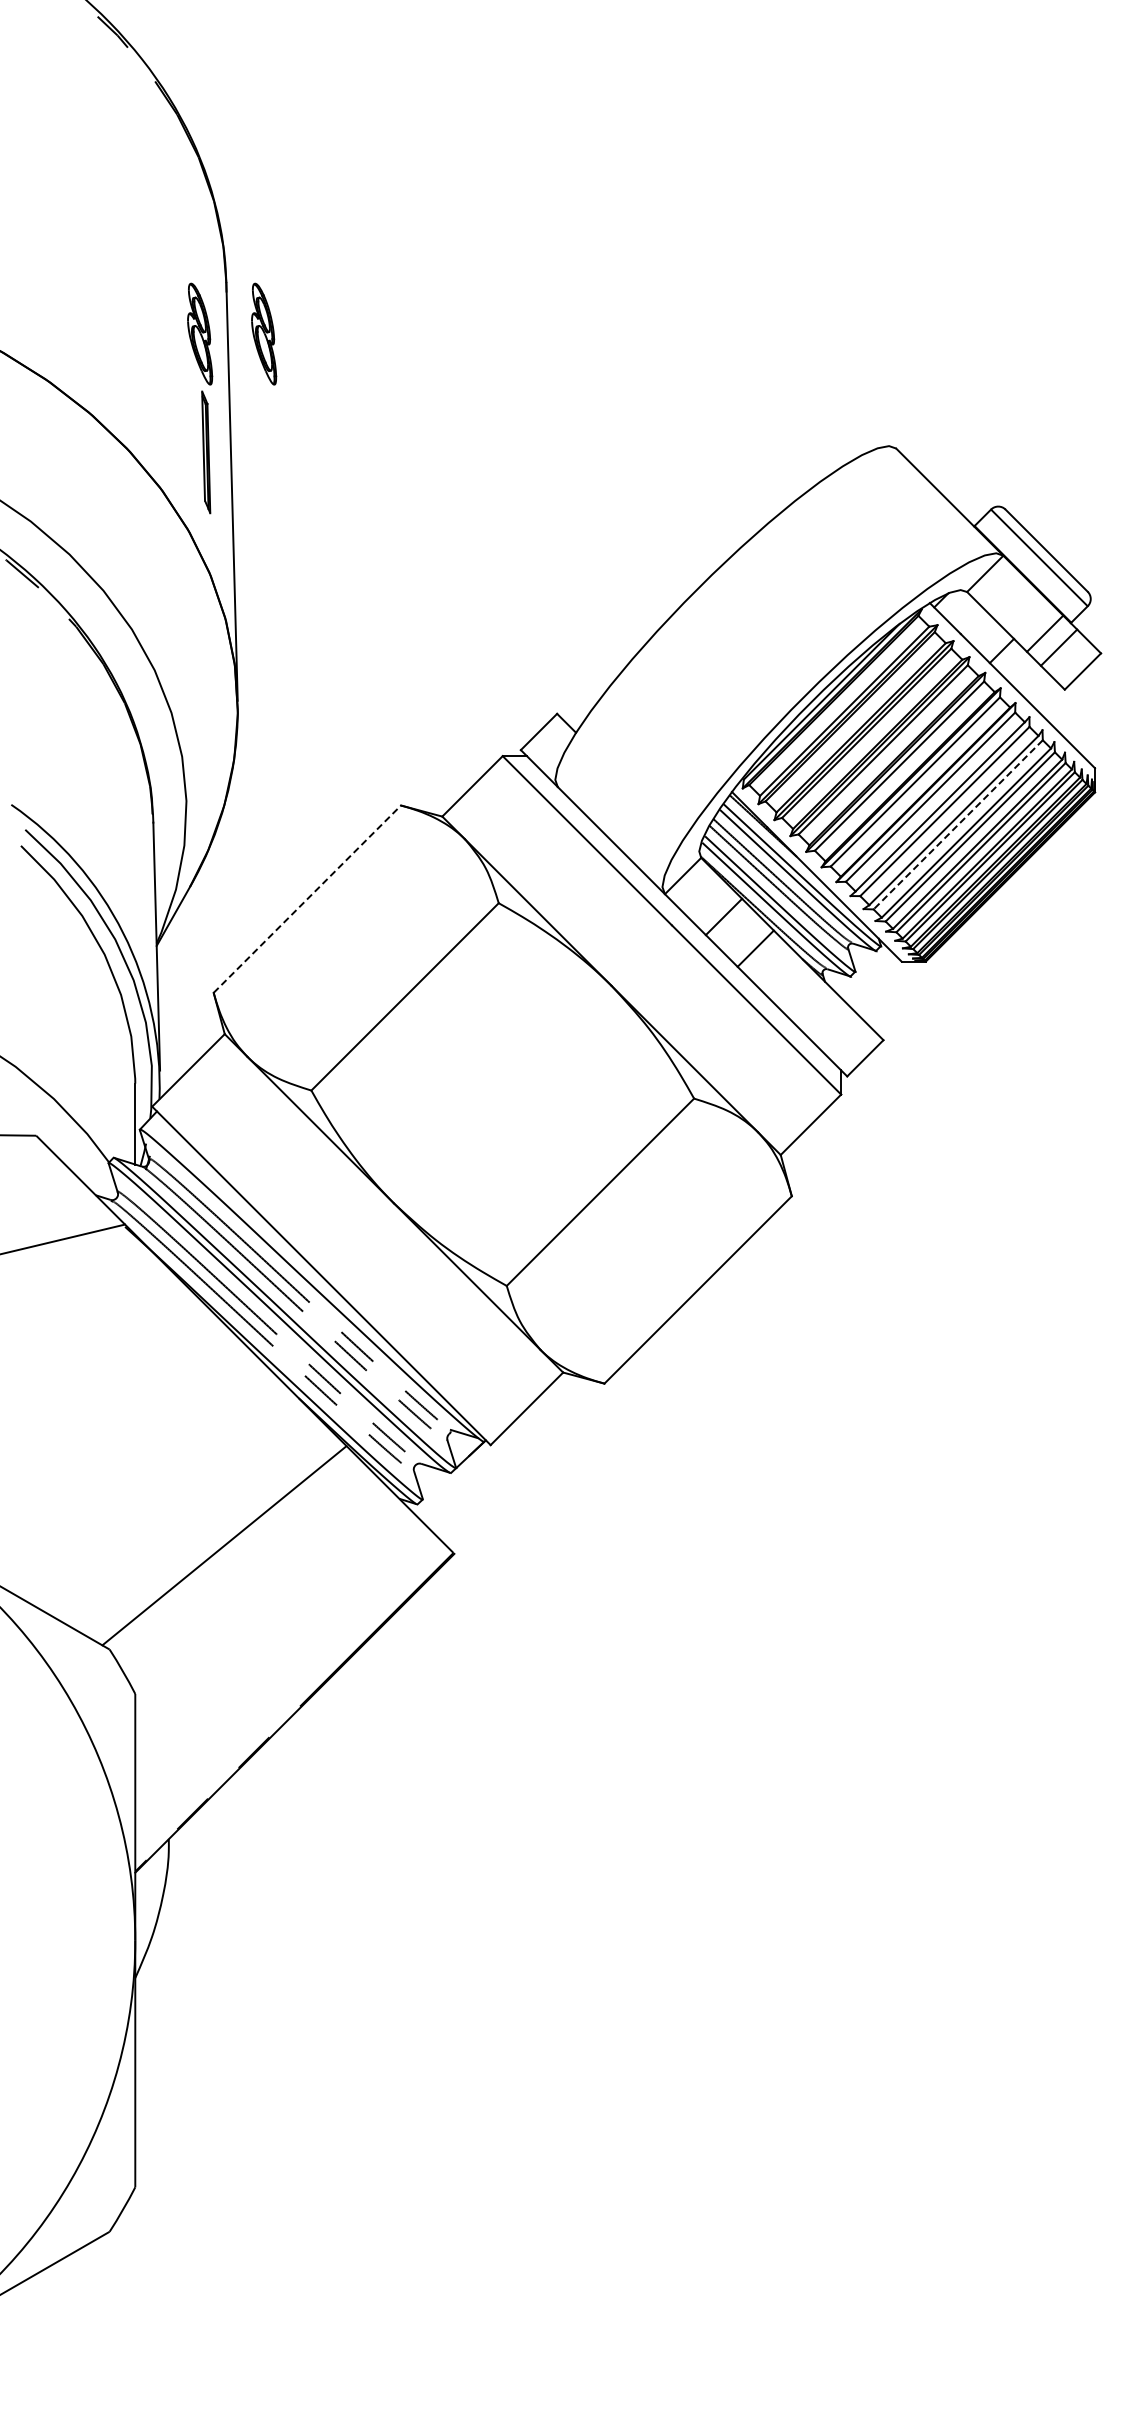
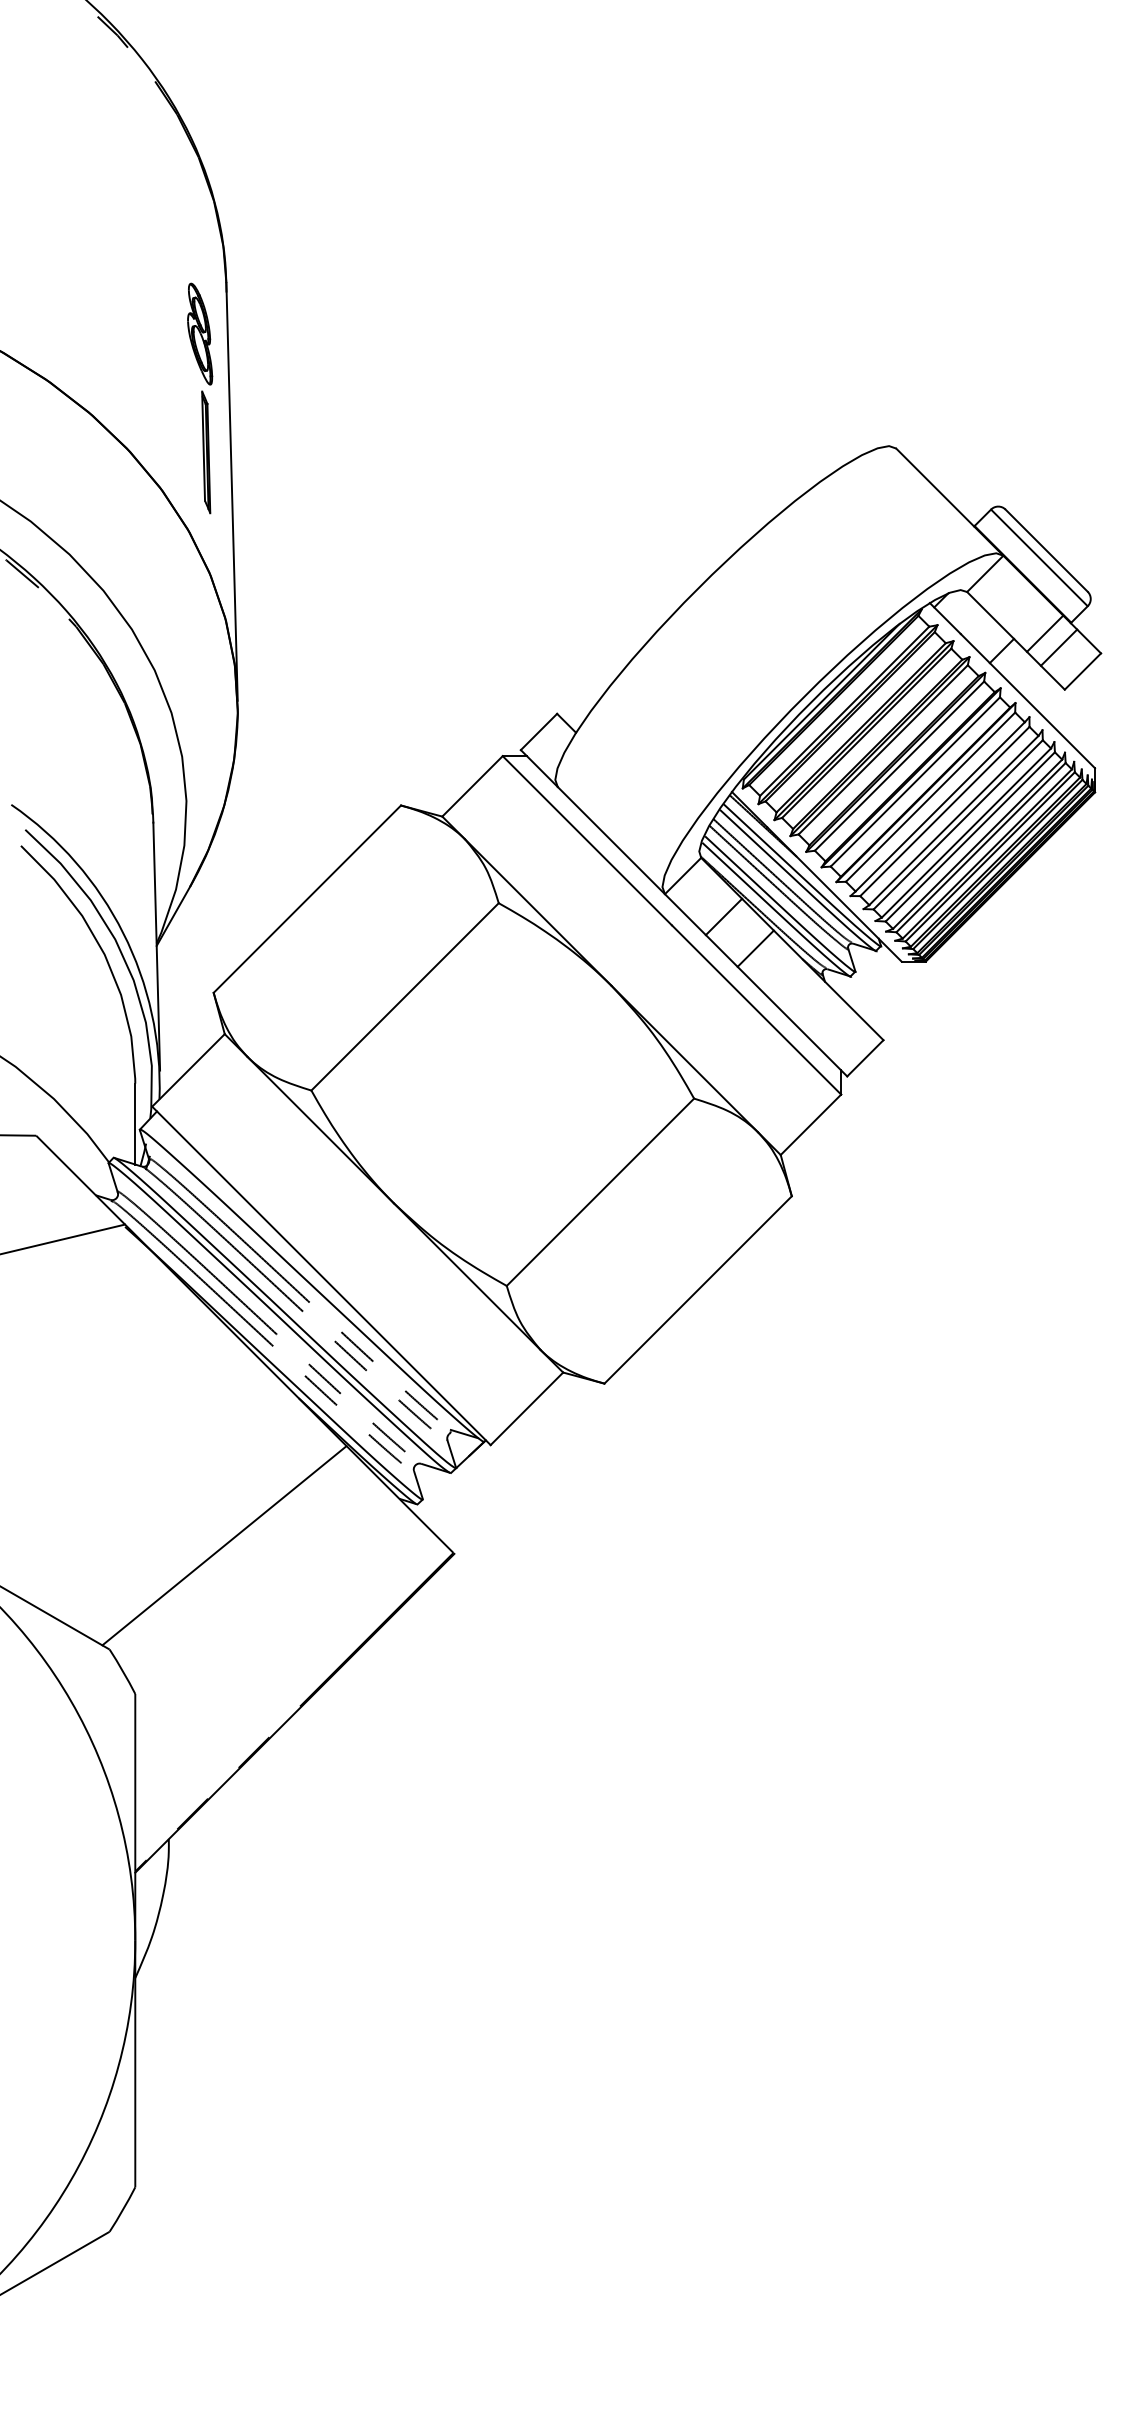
part at (264, 333): present -> none
line at (958, 824): dashed -> solid
line at (307, 898): dashed -> solid
